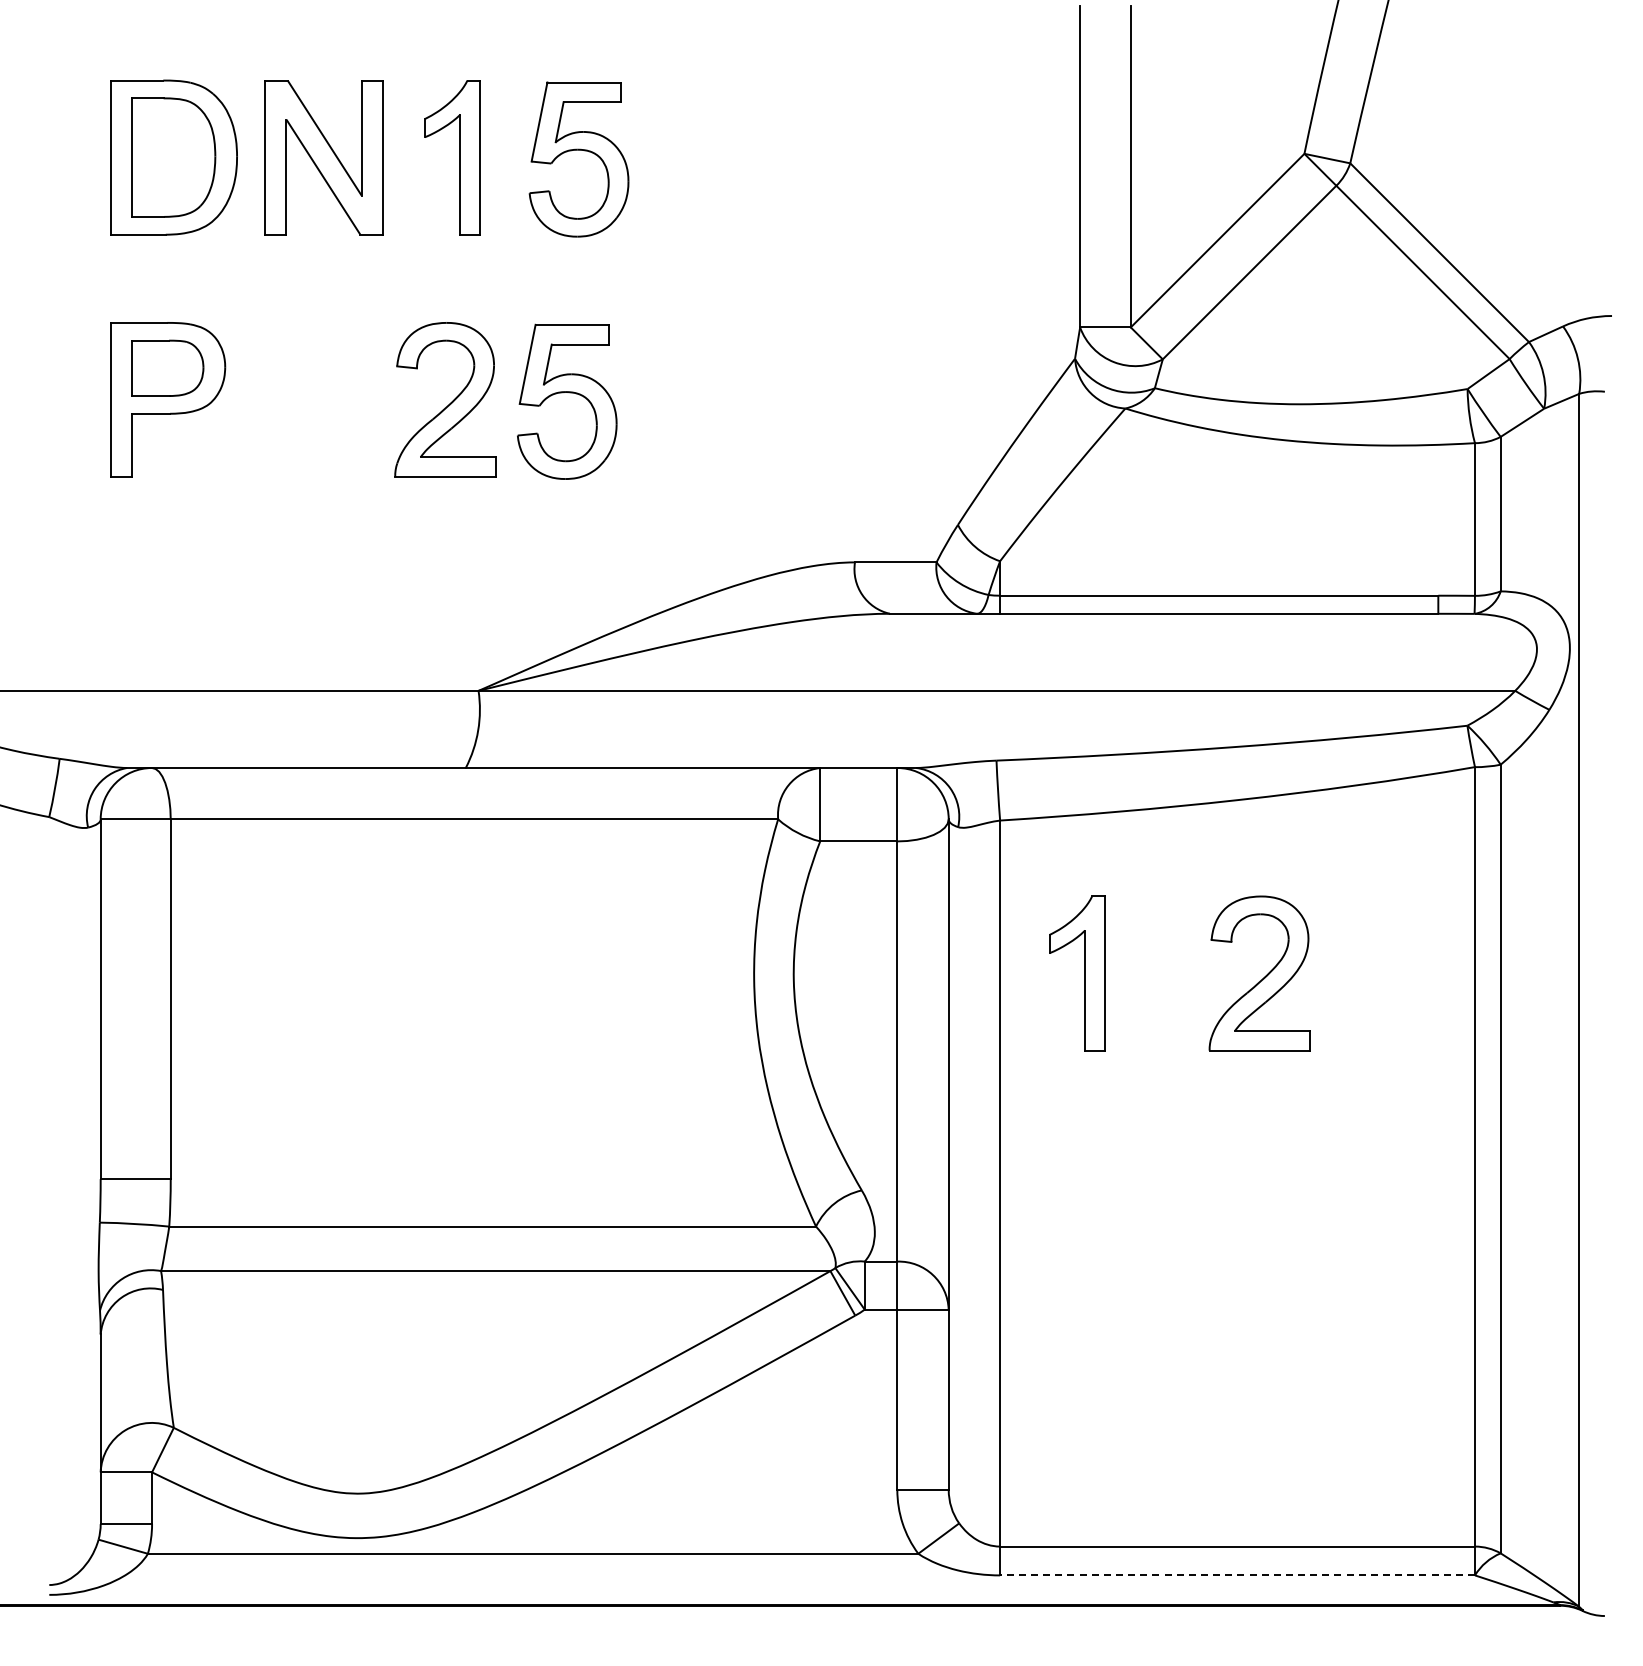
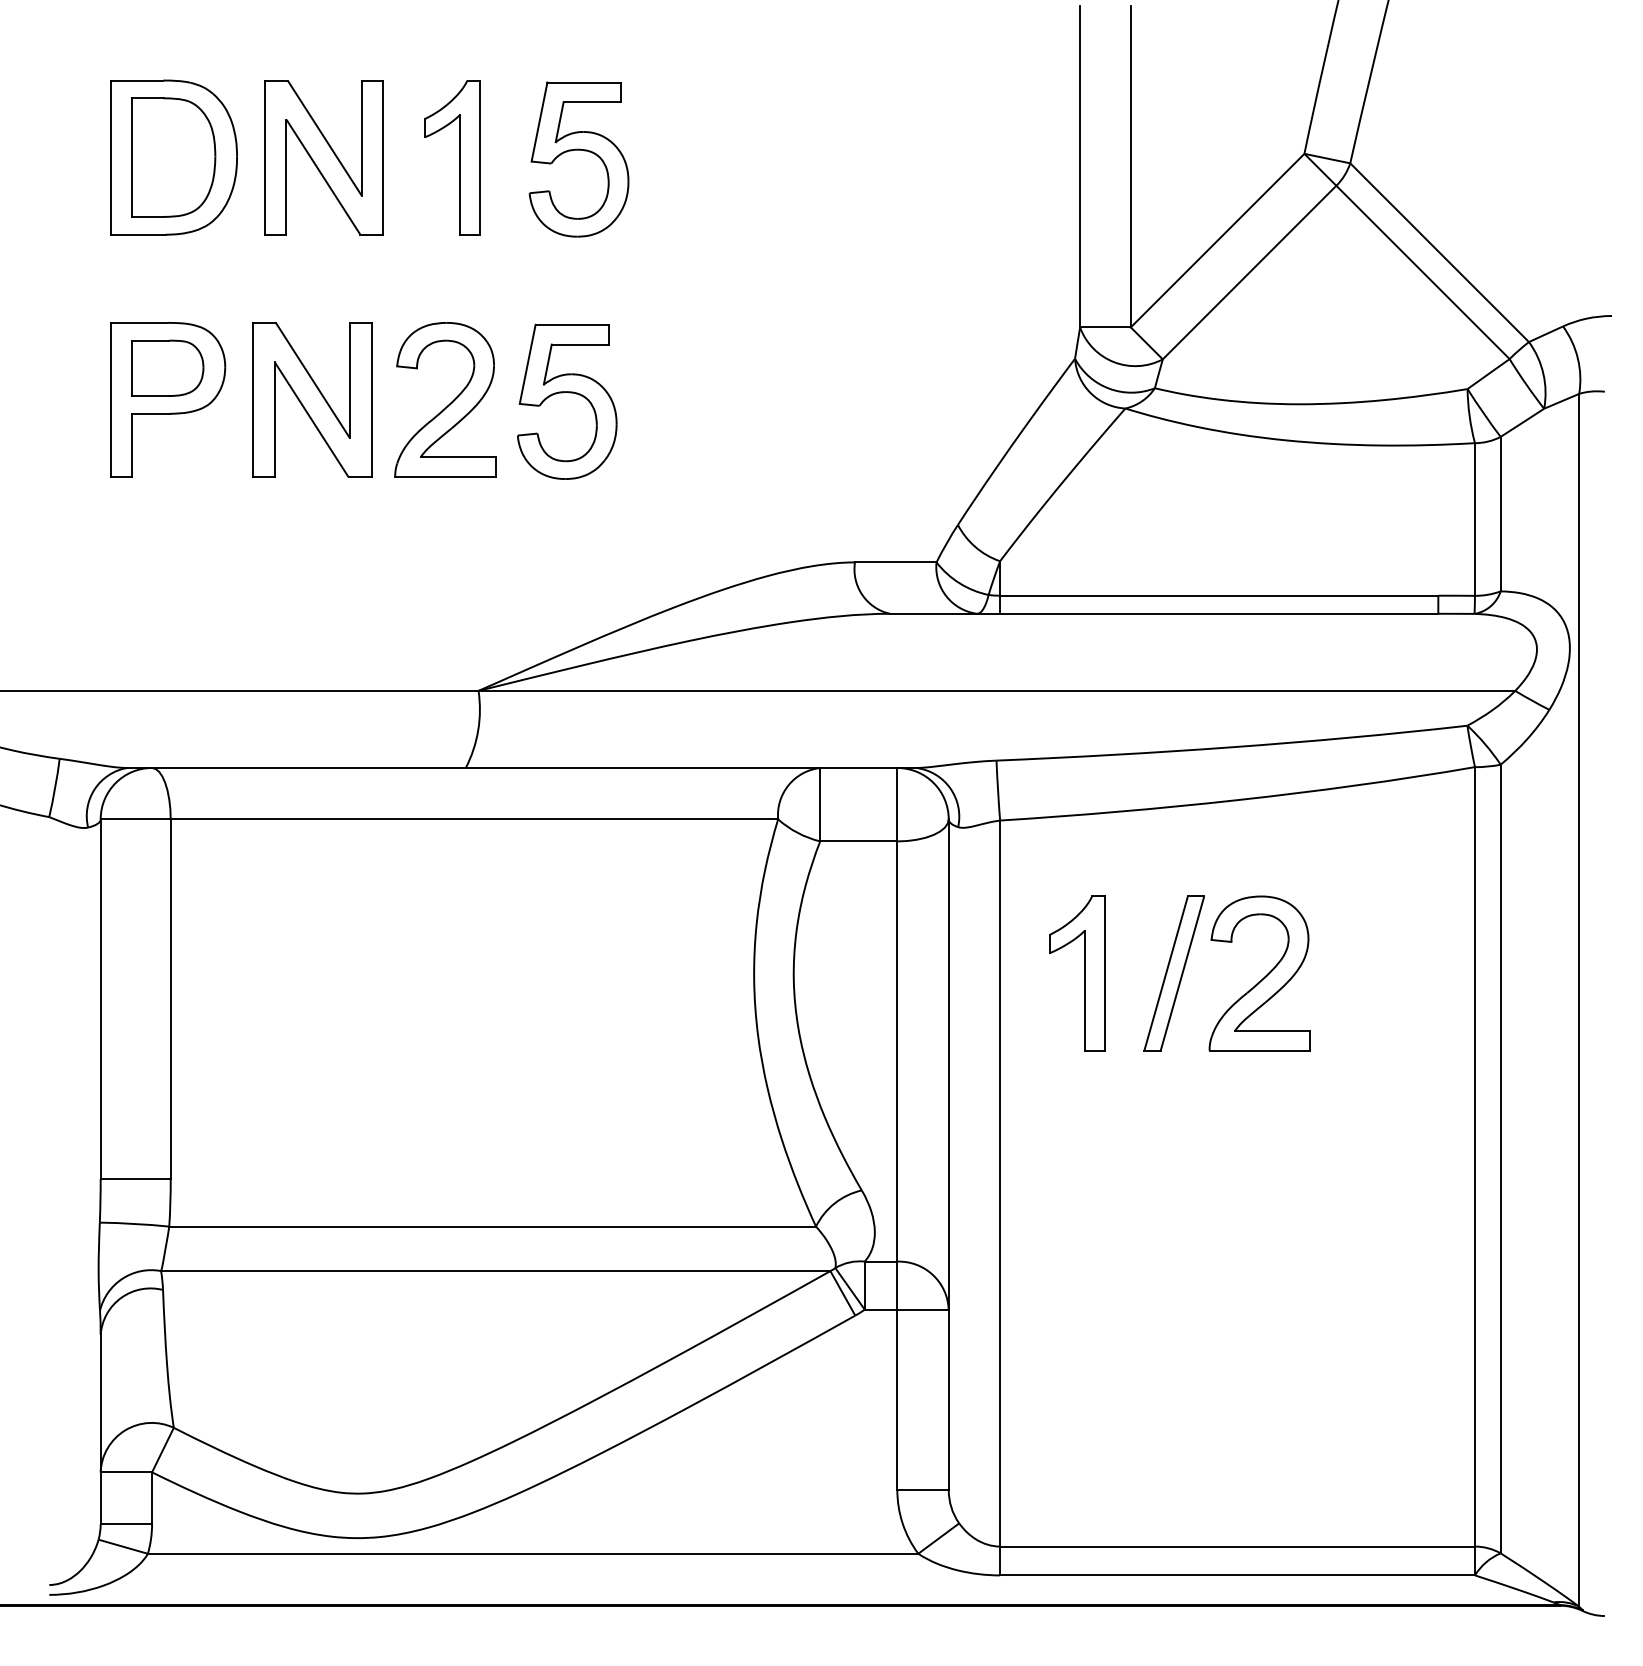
part at (312, 399): none -> present
part at (1173, 973): none -> present
line at (1237, 1575): dashed -> solid
